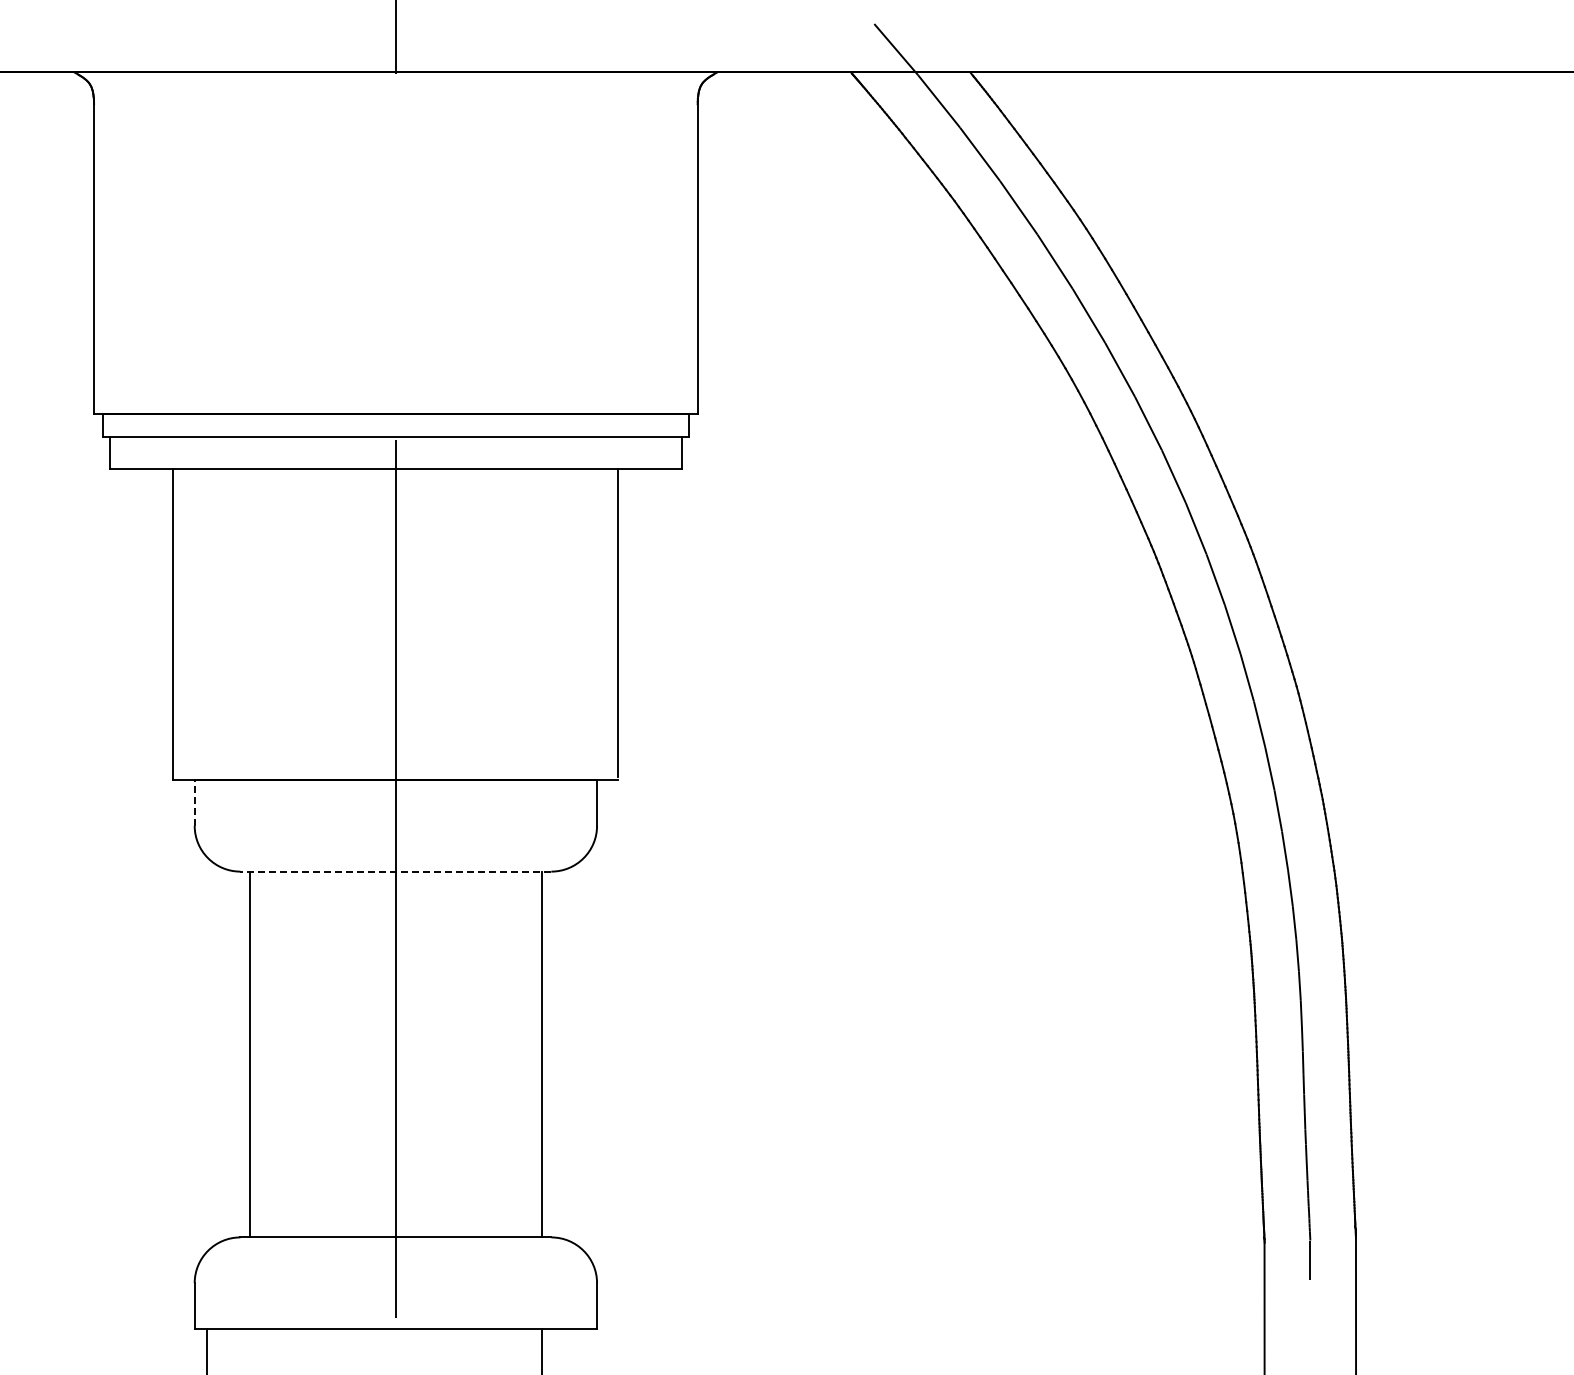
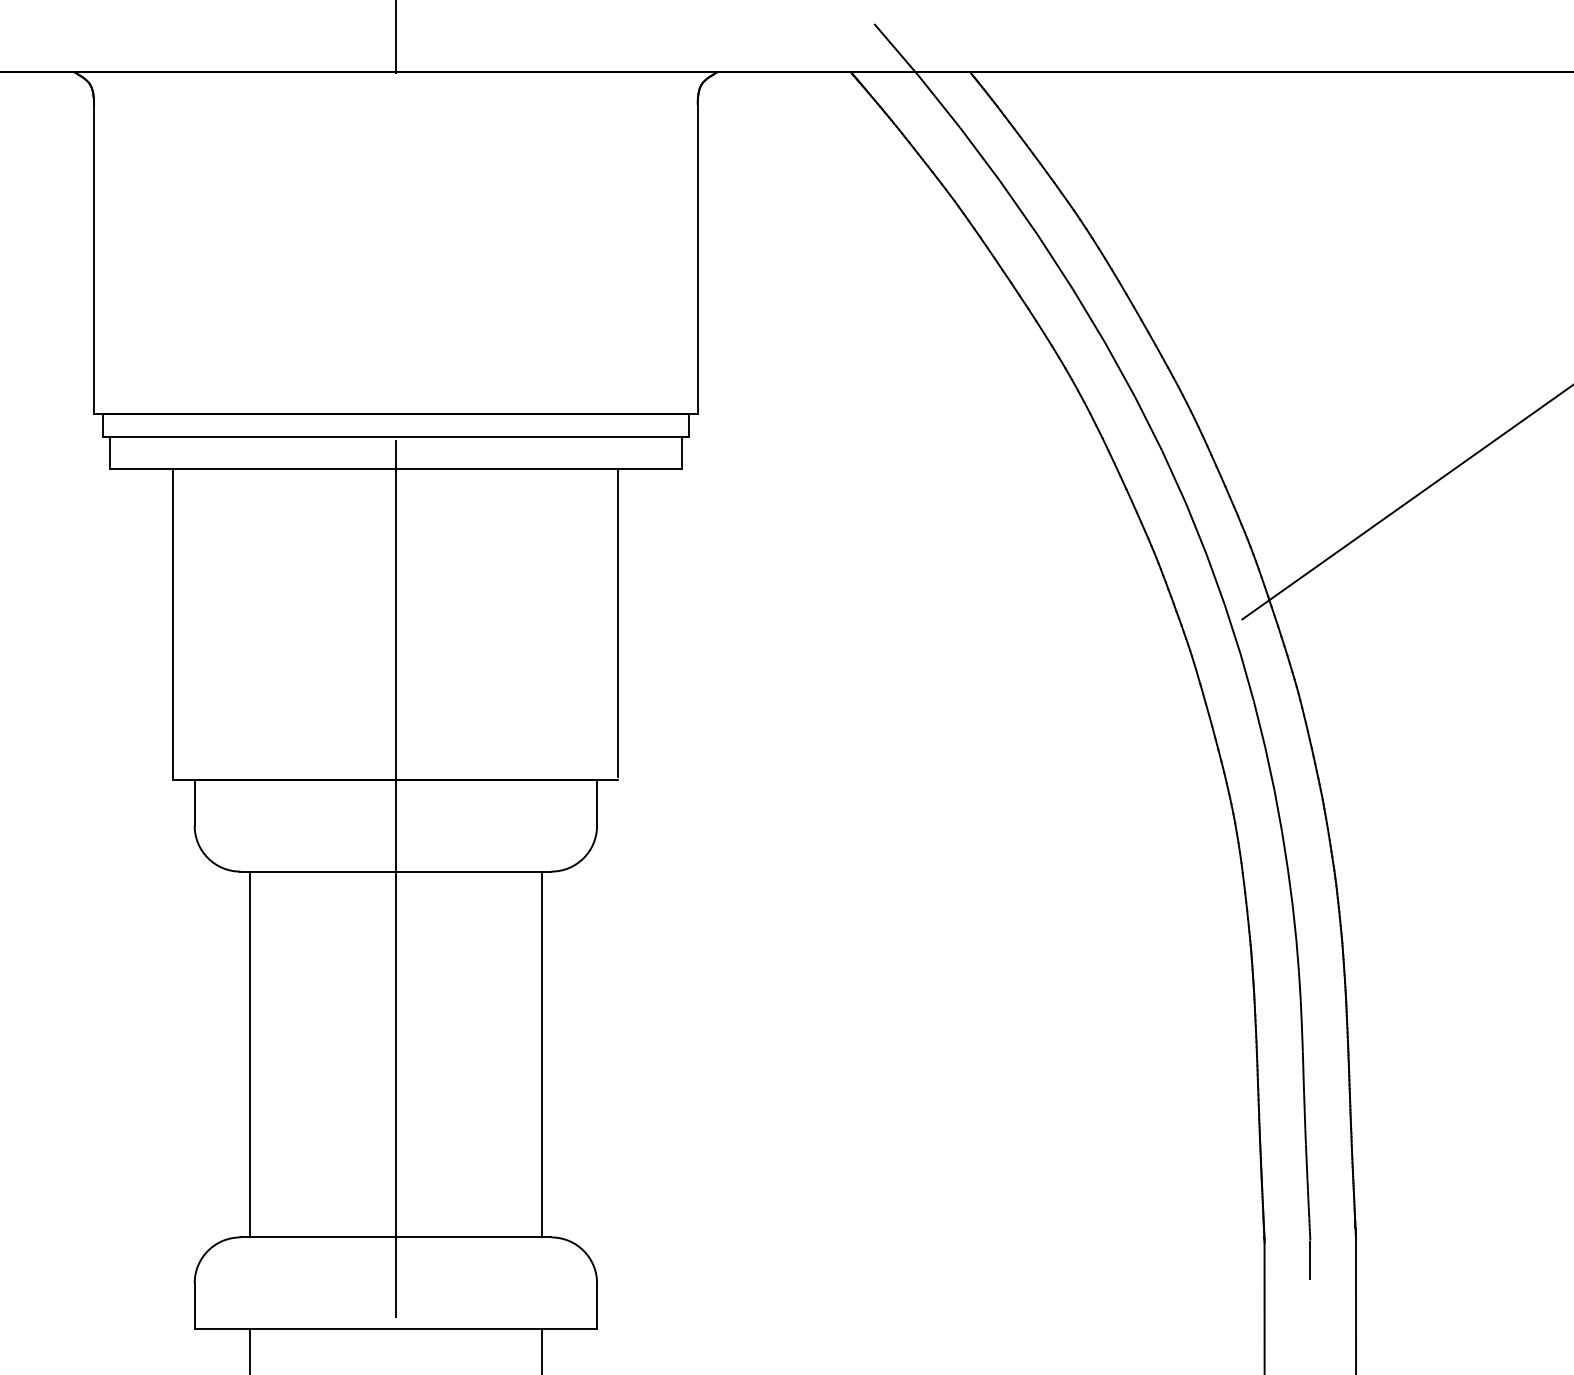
line at (1406, 502): none -> present
line at (194, 803): dashed -> solid
line at (395, 871): dashed -> solid
line at (206, 1349) position: (206, 1349) -> (249, 1349)
